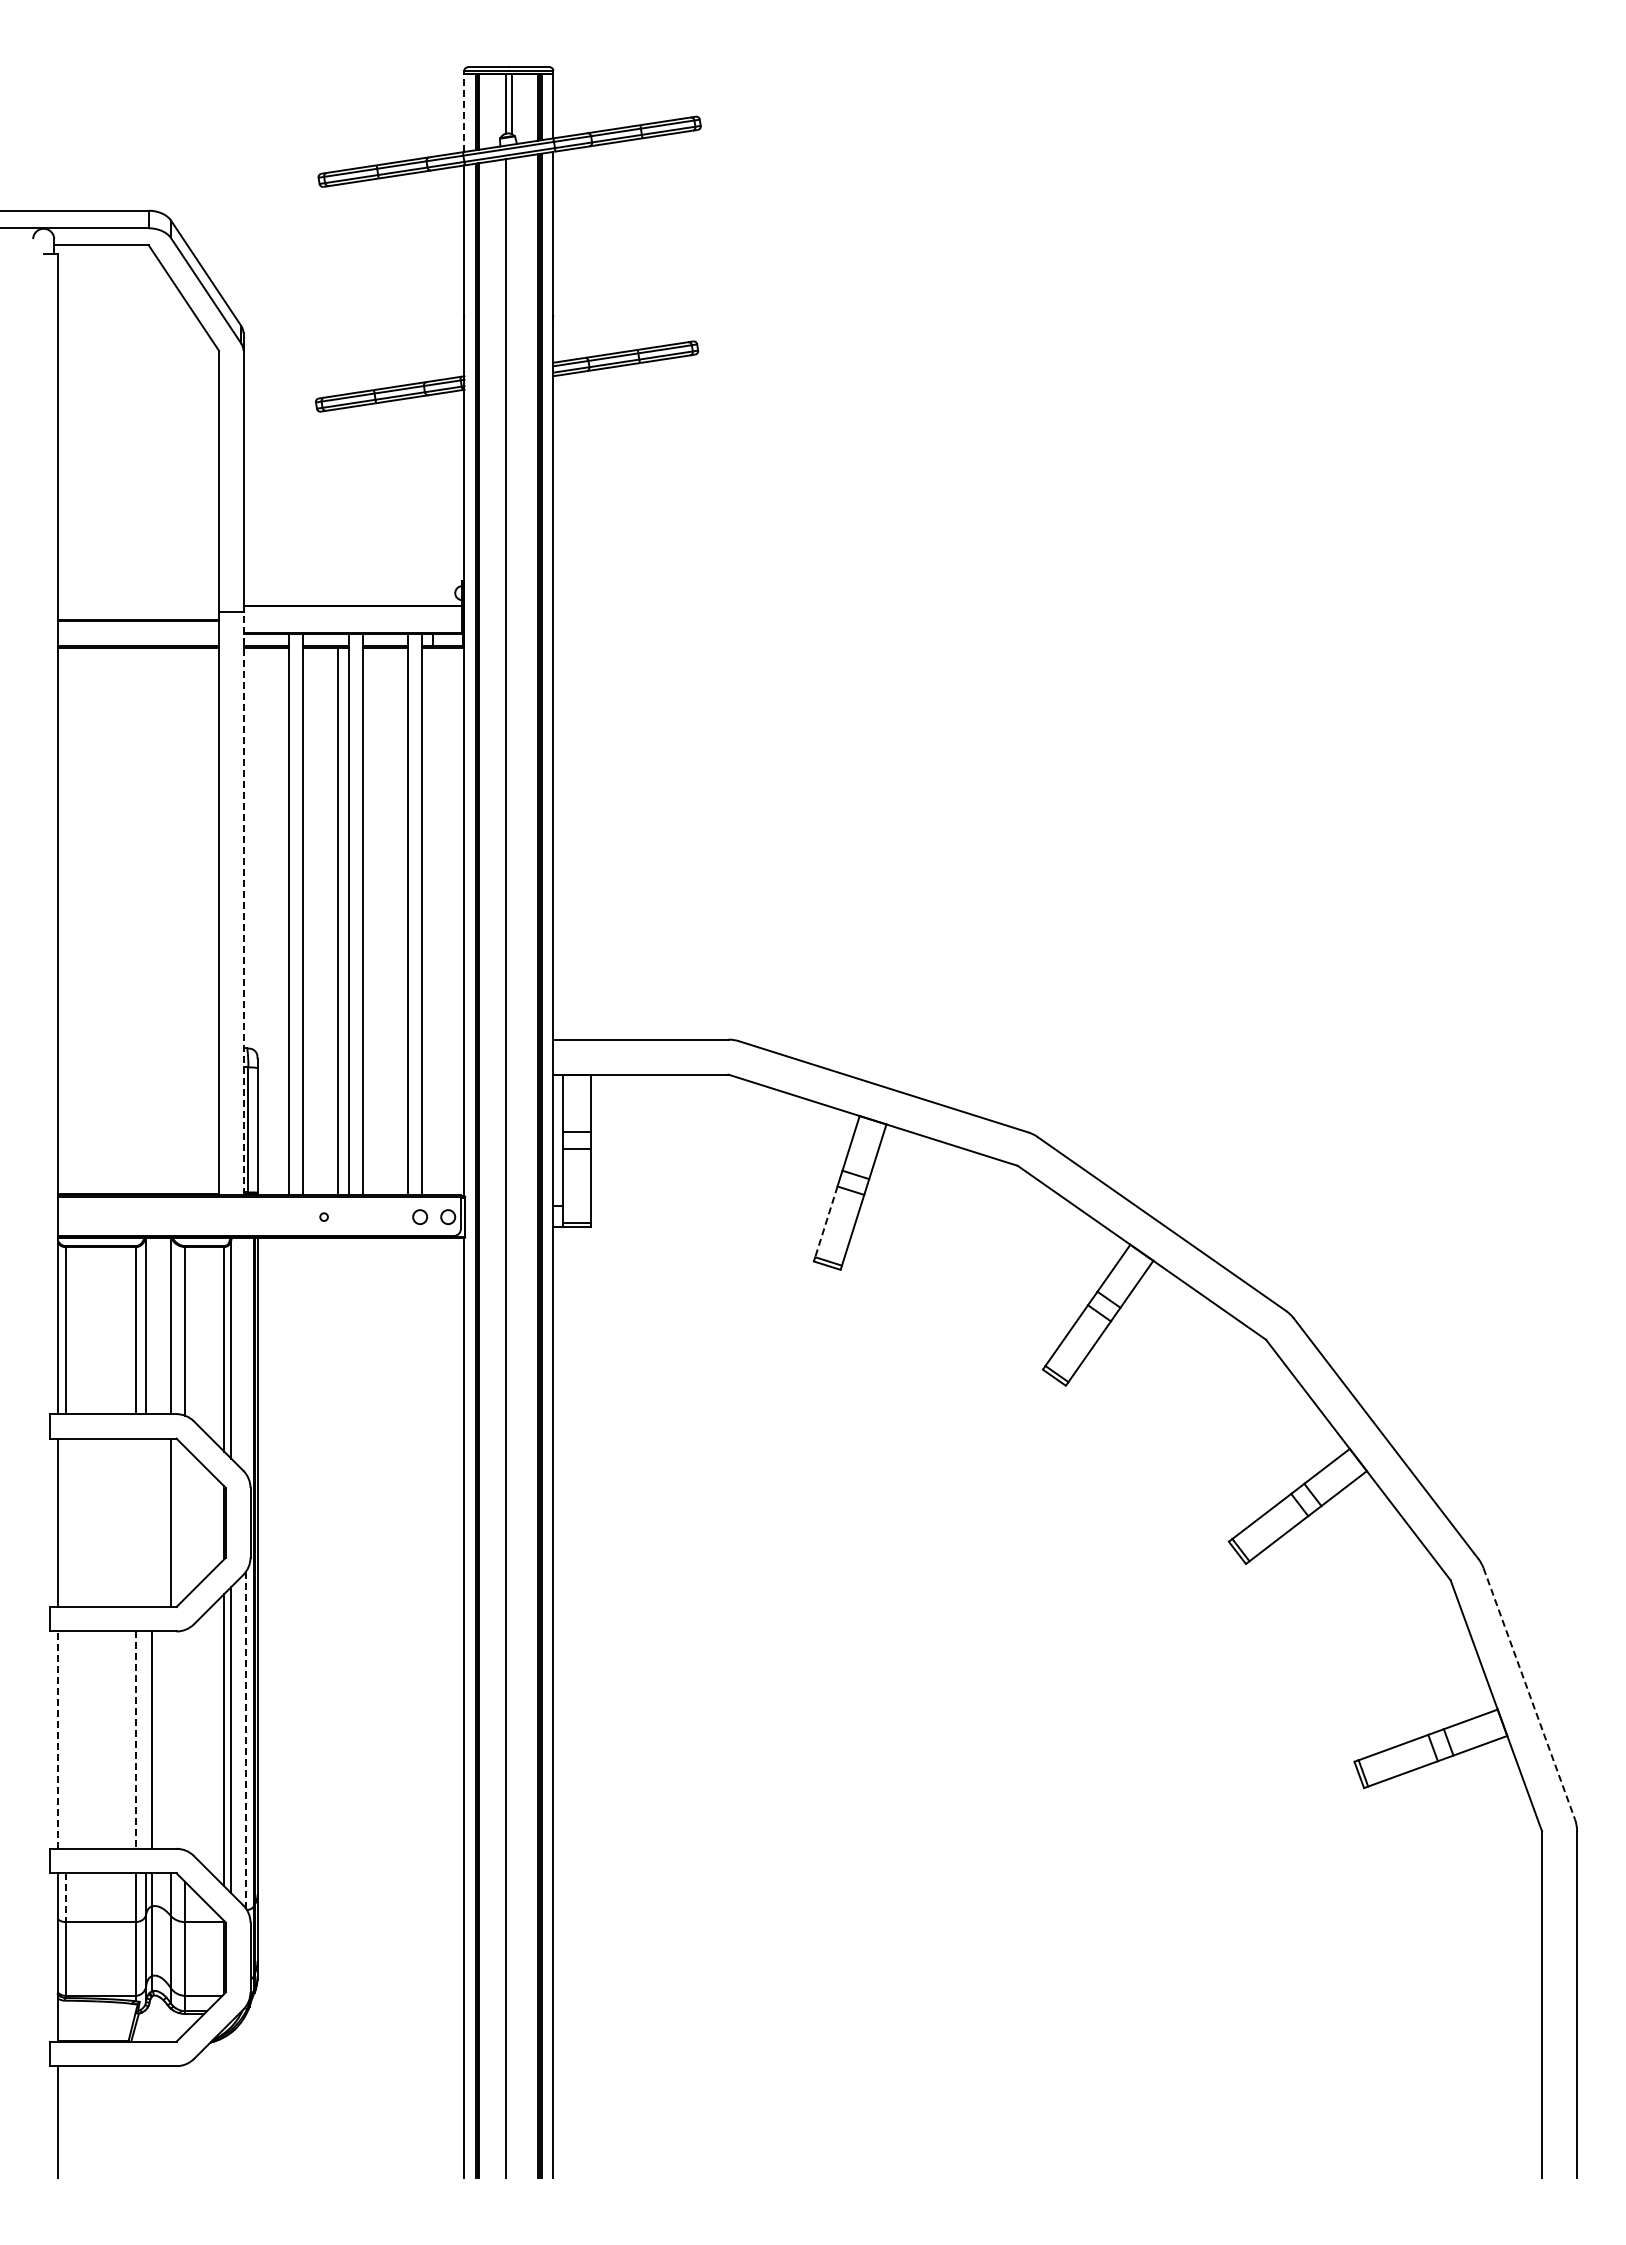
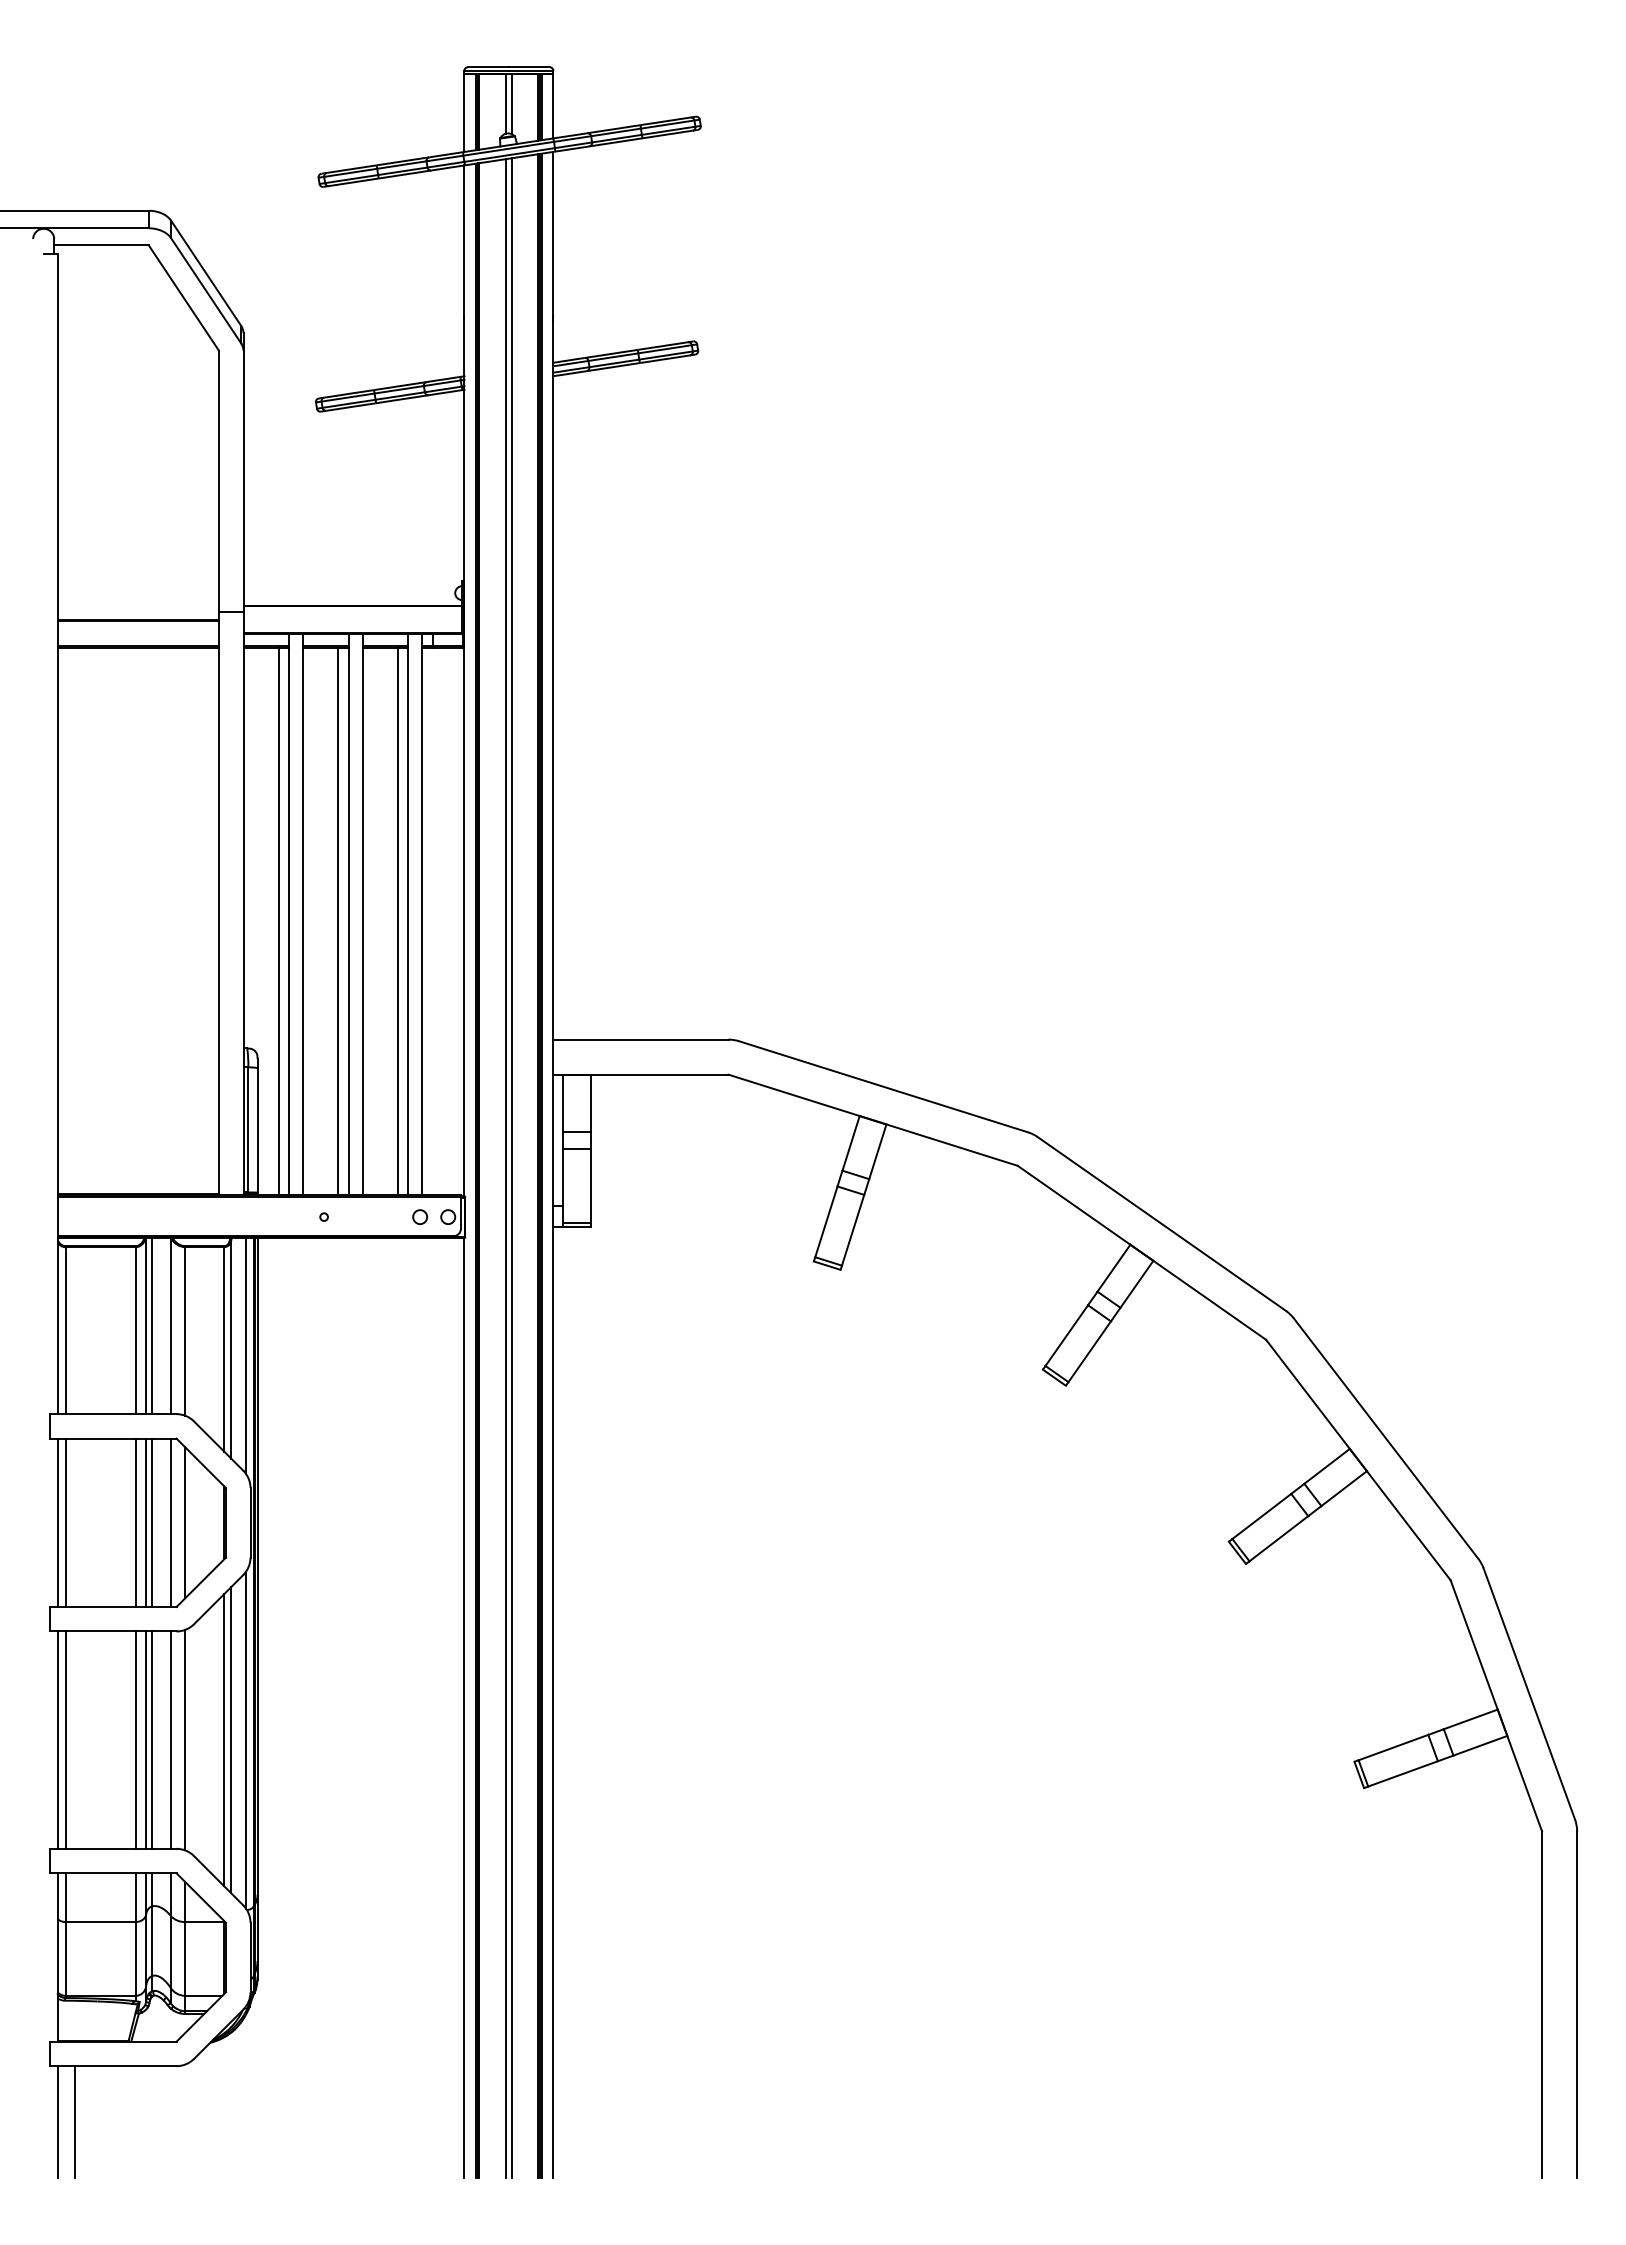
line at (464, 113): dashed -> solid
line at (243, 902): dashed -> solid
line at (278, 920): none -> present
line at (397, 920): none -> present
line at (511, 1167): none -> present
line at (826, 1222): dashed -> solid
line at (152, 1326): none -> present
line at (246, 1356): none -> present
line at (65, 1522): none -> present
line at (135, 1522): none -> present
line at (146, 1522): none -> present
line at (152, 1522): none -> present
line at (185, 1522): none -> present
line at (1529, 1693): dashed -> solid
line at (65, 1739): none -> present
line at (146, 1739): none -> present
line at (170, 1739): none -> present
line at (185, 1739): none -> present
line at (57, 1740): dashed -> solid
line at (135, 1740): dashed -> solid
line at (246, 1740): dashed -> solid
line at (65, 1898): dashed -> solid
line at (75, 2121): none -> present
